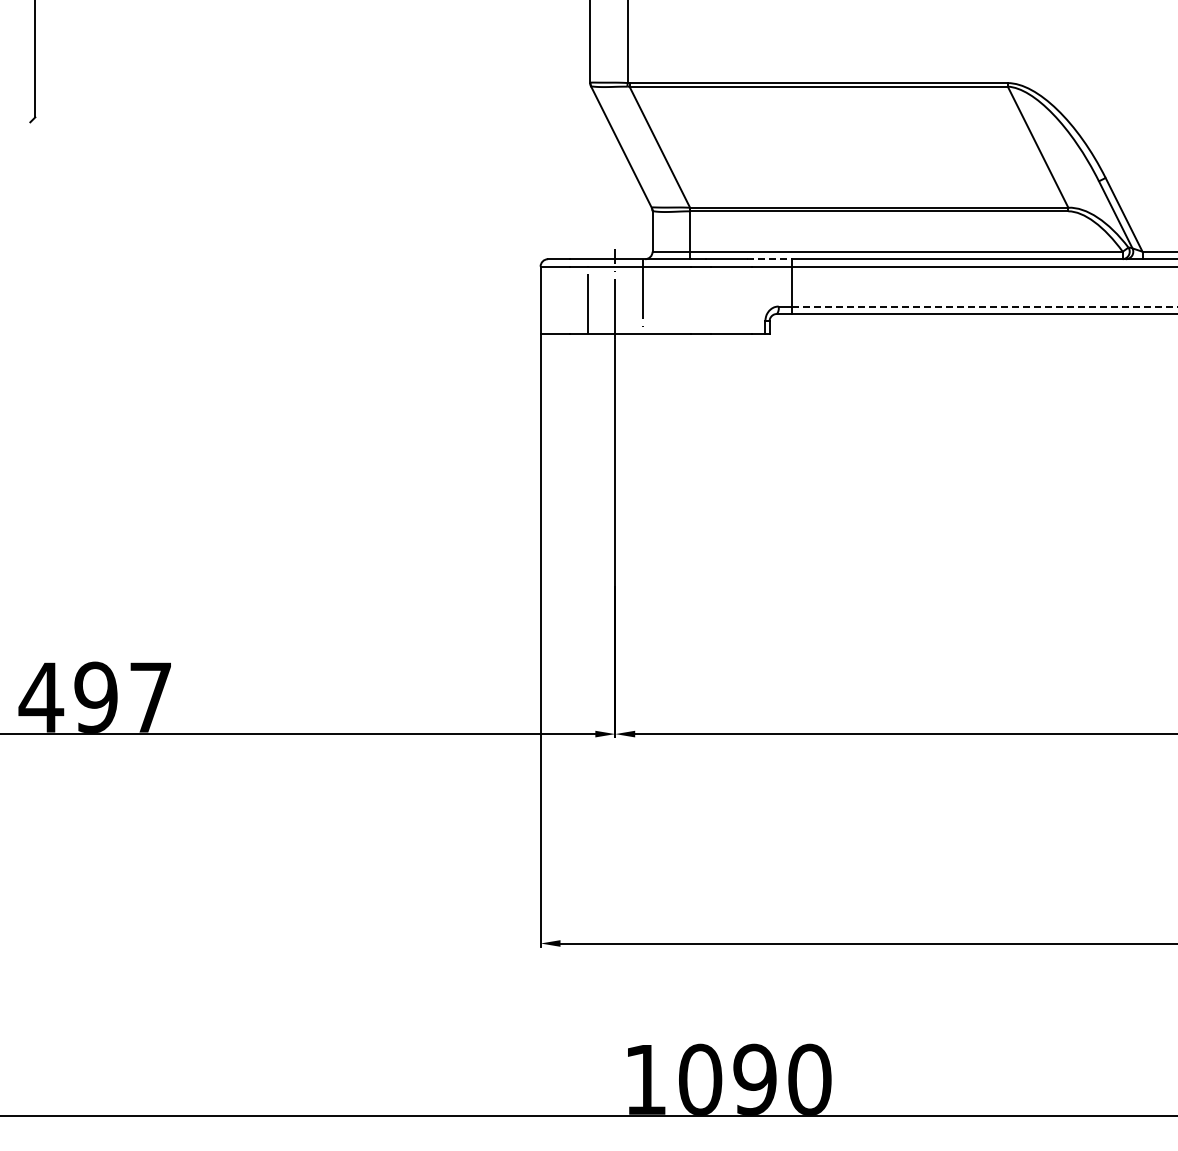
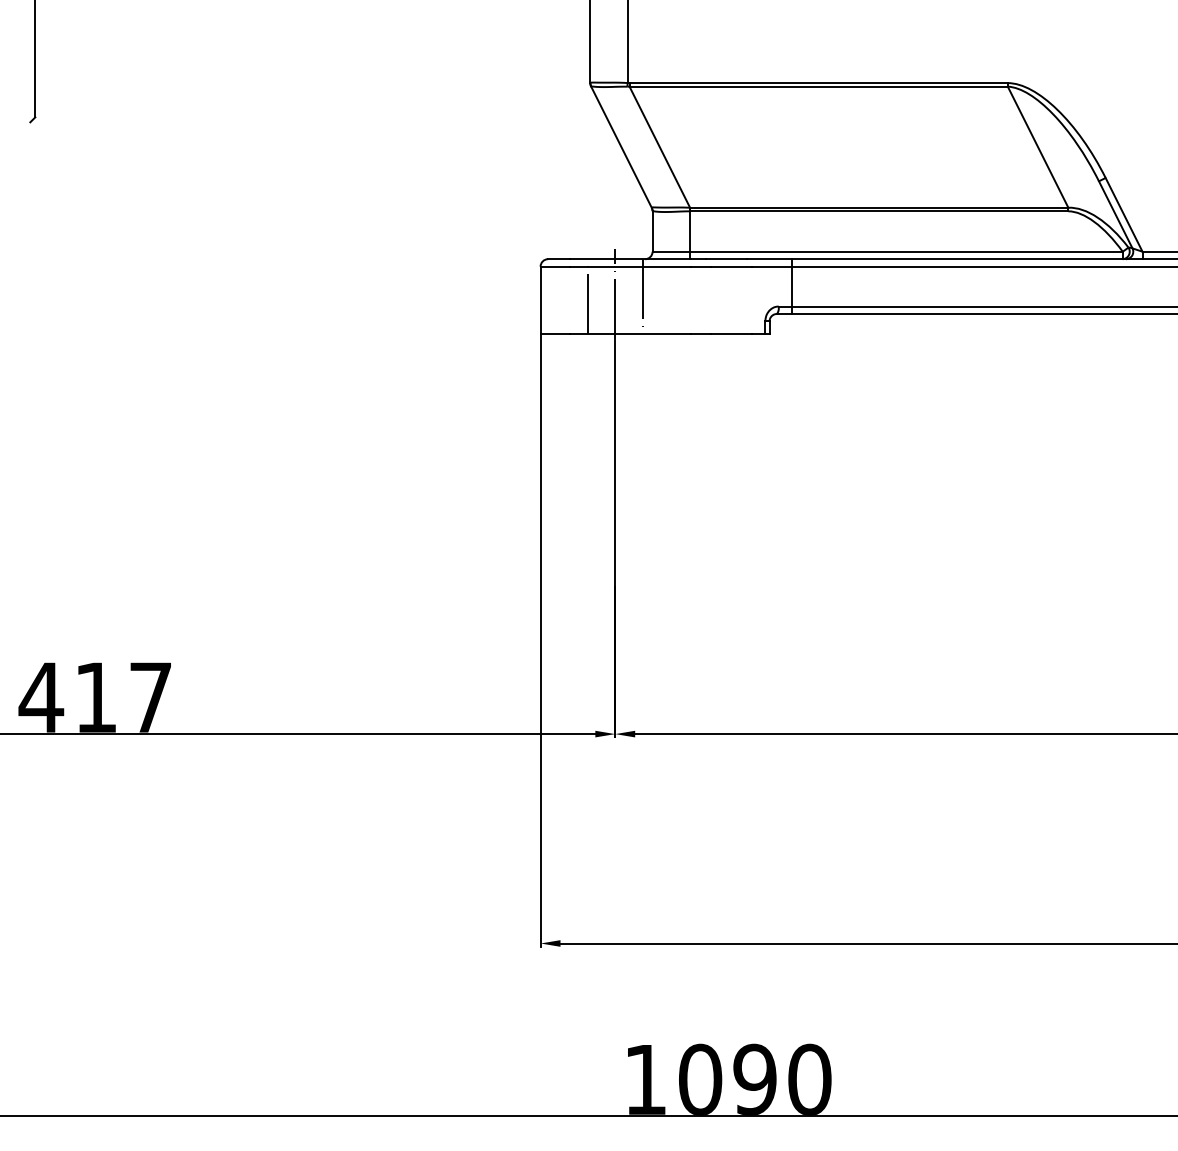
line at (769, 259): dashed -> solid
line at (985, 306): dashed -> solid
text at (95, 696): 497 -> 417
